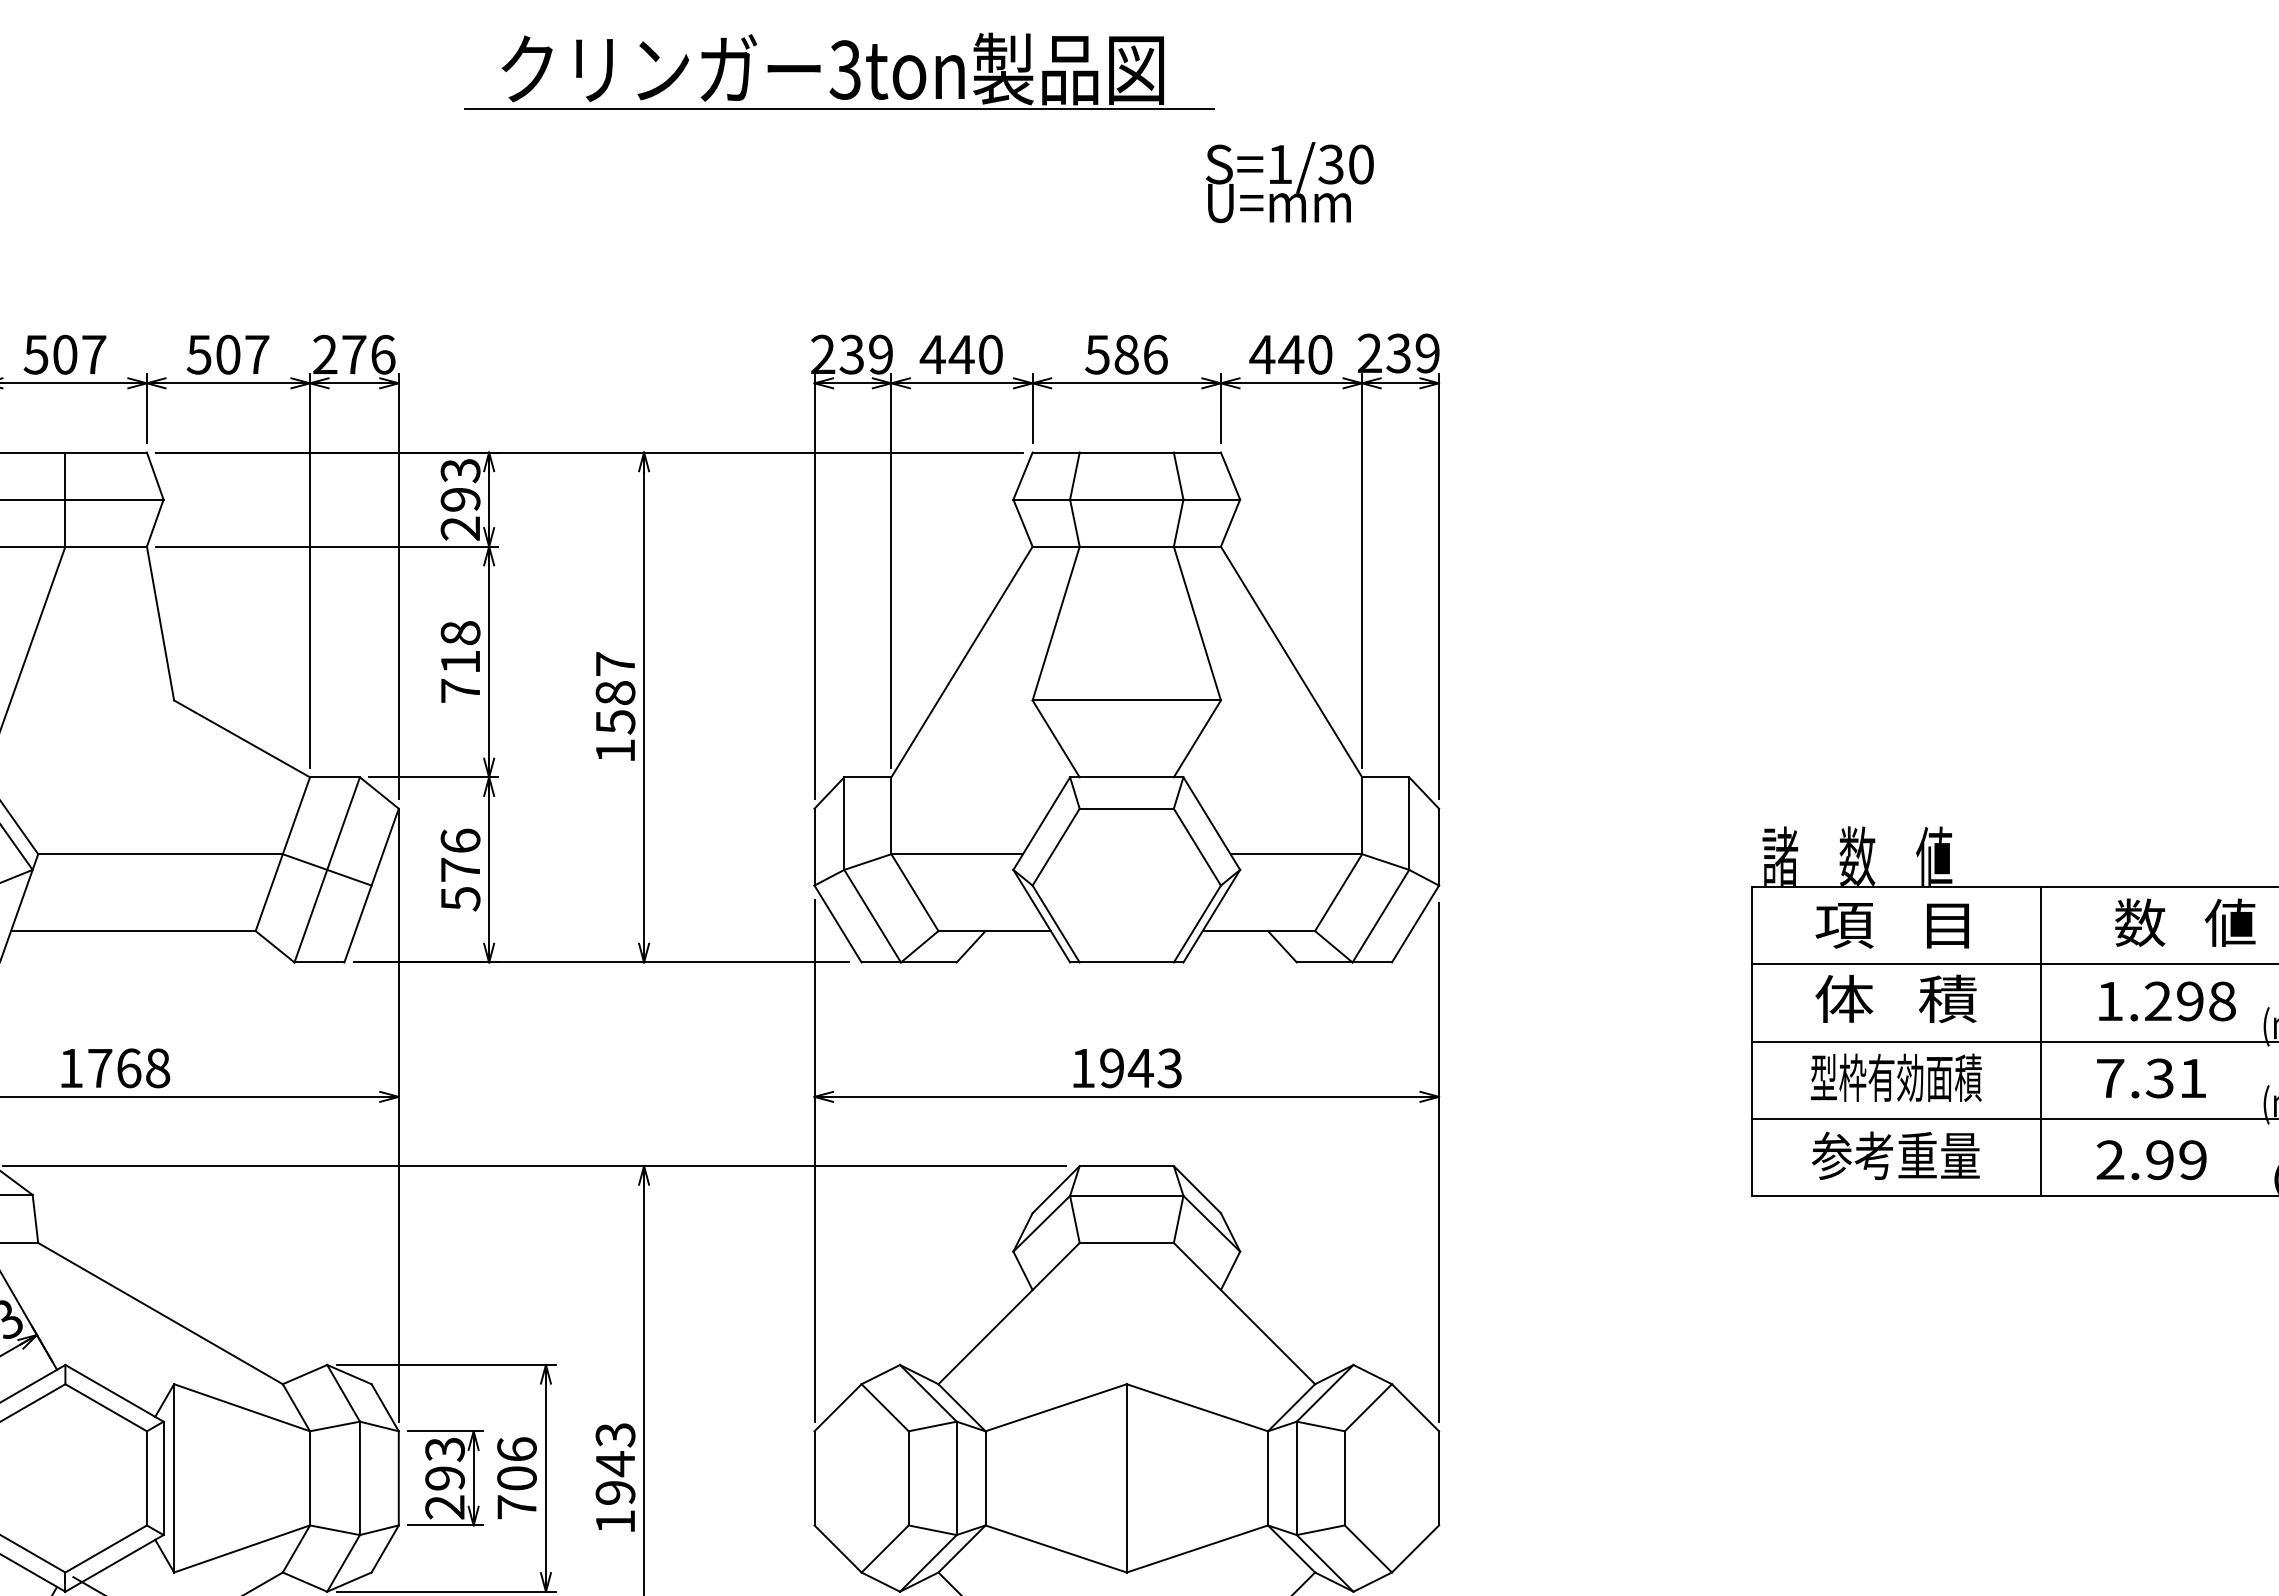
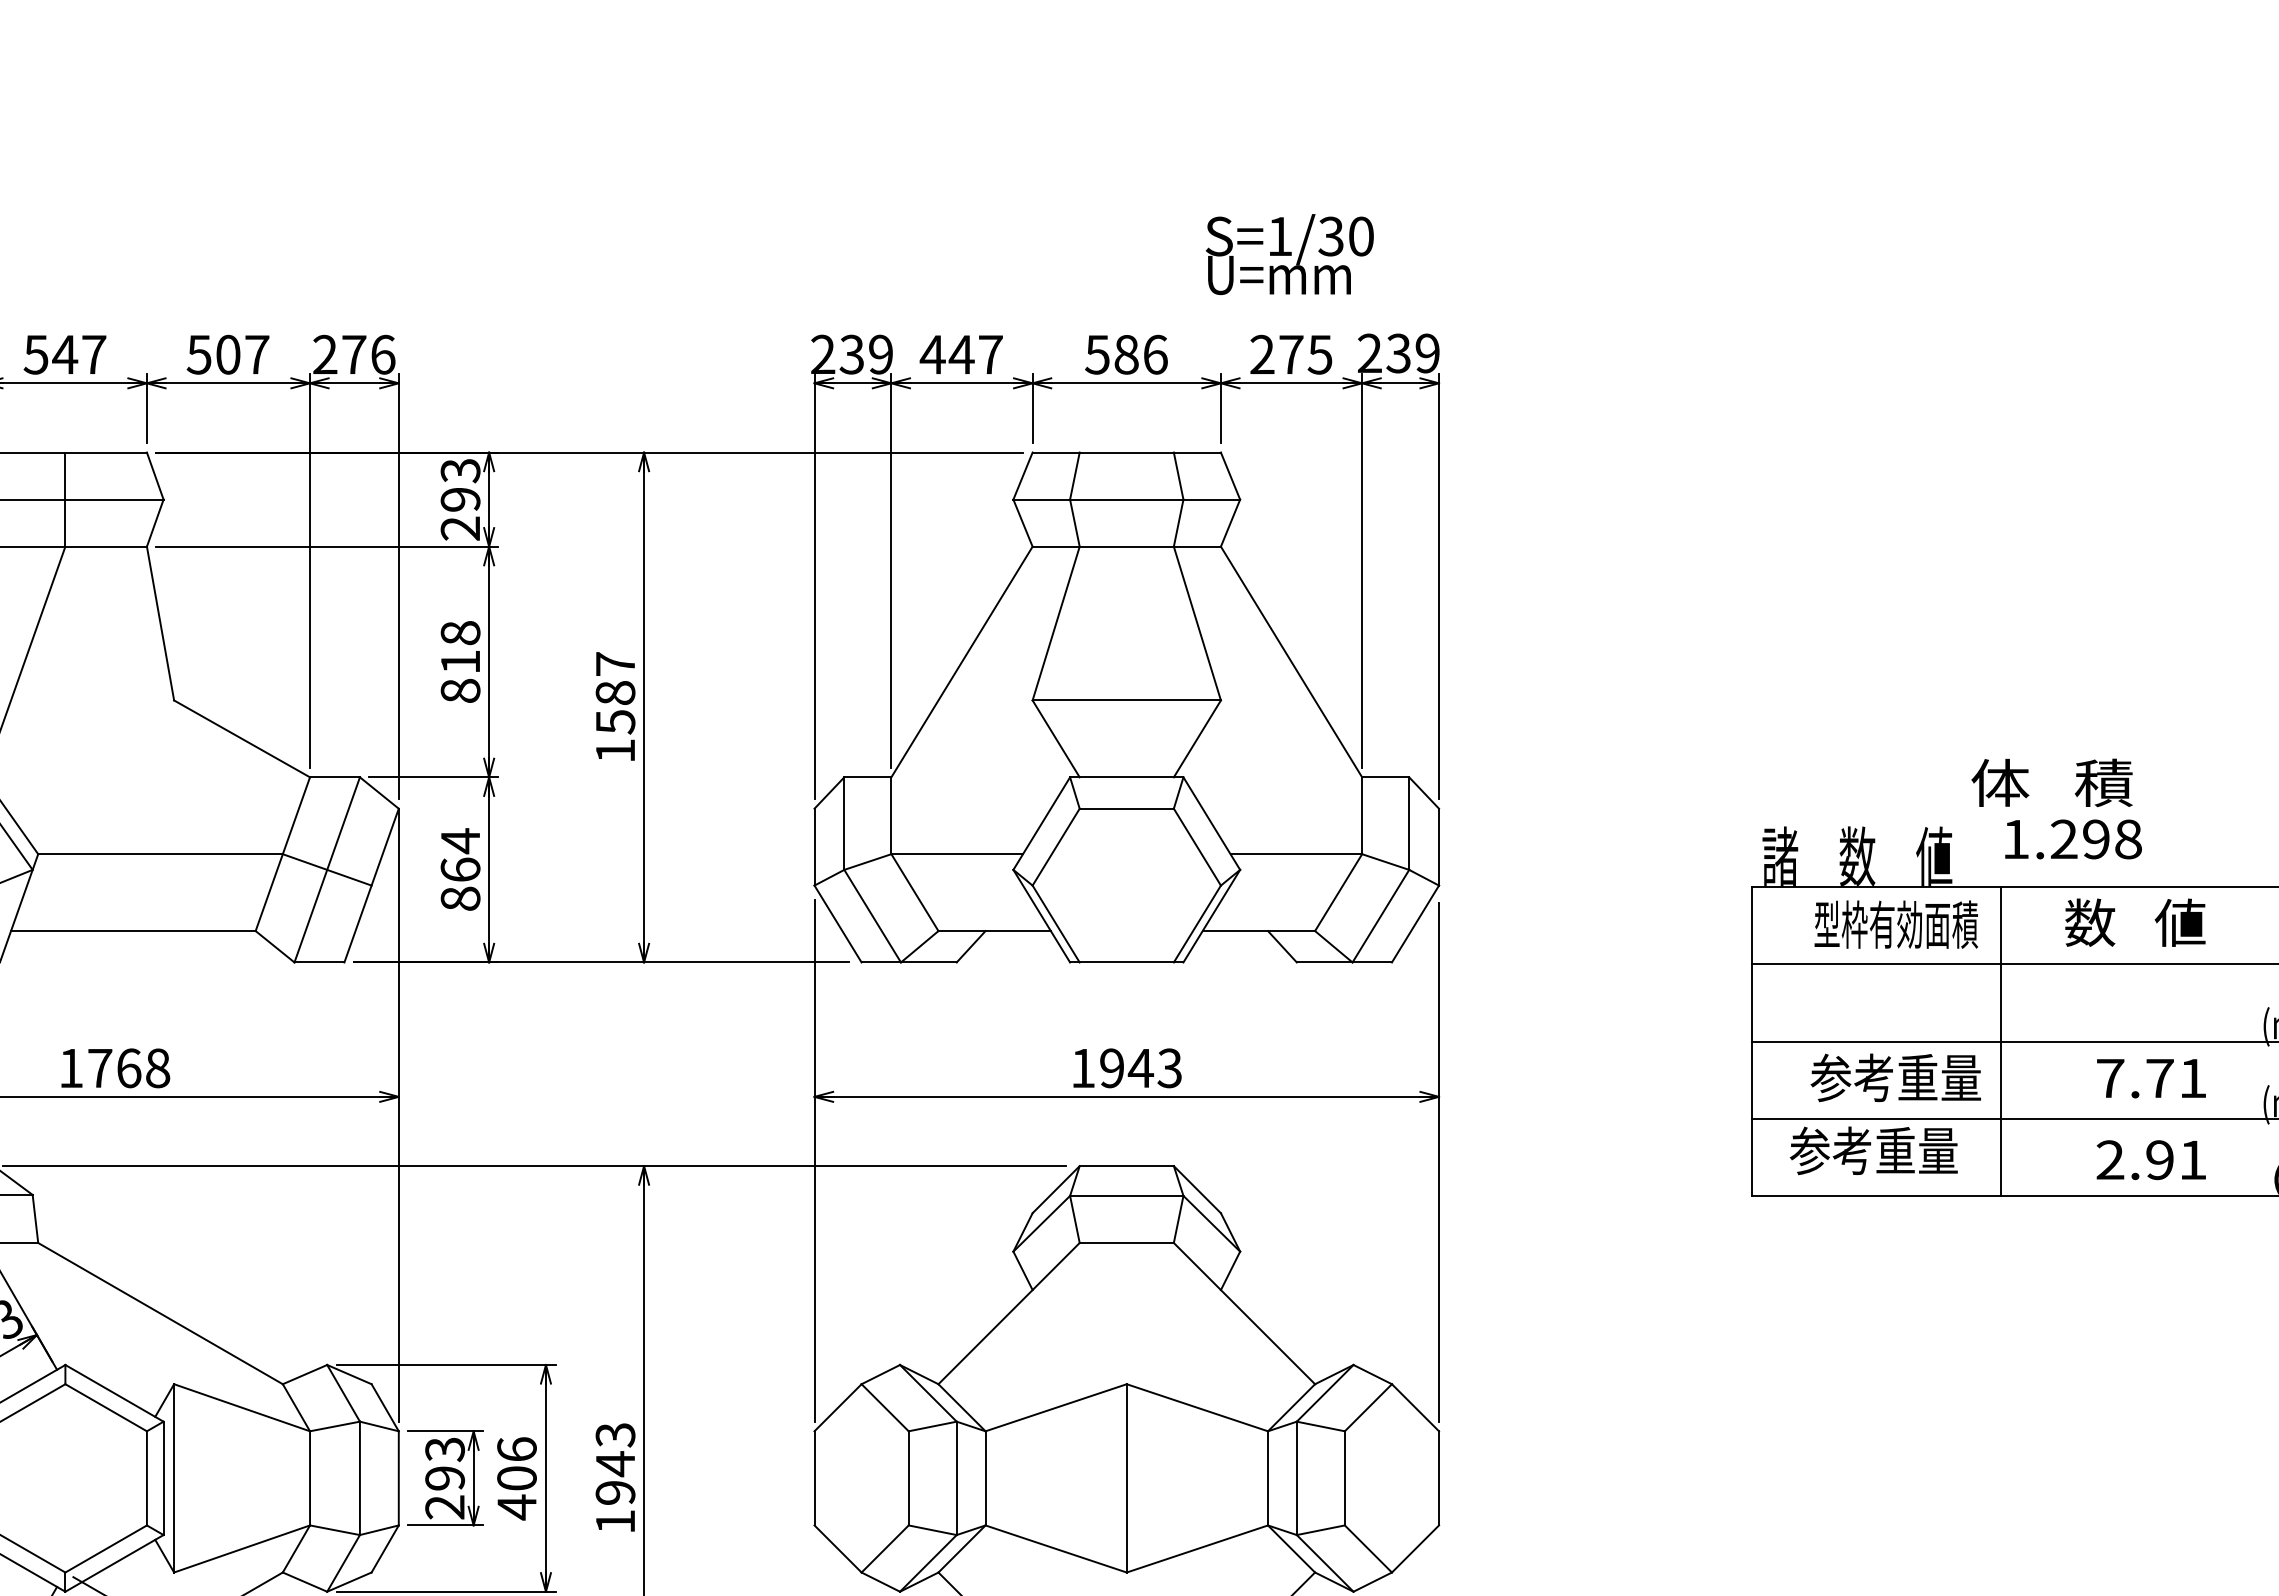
part at (839, 70): present -> none
text at (1289, 182) position: (1289, 182) -> (1289, 254)
text at (65, 354): 507 -> 547
text at (990, 354): 440 -> 447
text at (1290, 354): 440 -> 275
text at (460, 690): 718 -> 818
text at (460, 869): 576 -> 864
text at (2185, 922) position: (2185, 922) -> (2135, 922)
text at (1895, 924): 項   目 -> 型枠有効面積
text at (1895, 998) position: (1895, 998) -> (2051, 782)
text at (2167, 1001) position: (2167, 1001) -> (2073, 839)
line at (2040, 1041) position: (2040, 1041) -> (2000, 1041)
text at (1895, 1077): 型枠有効面積 -> 参考重量
text at (2159, 1078): 7.31 -> 7.71
text at (1895, 1155) position: (1895, 1155) -> (1873, 1150)
text at (2192, 1160): 2.99 -> 2.91
text at (516, 1507): 706 -> 406
